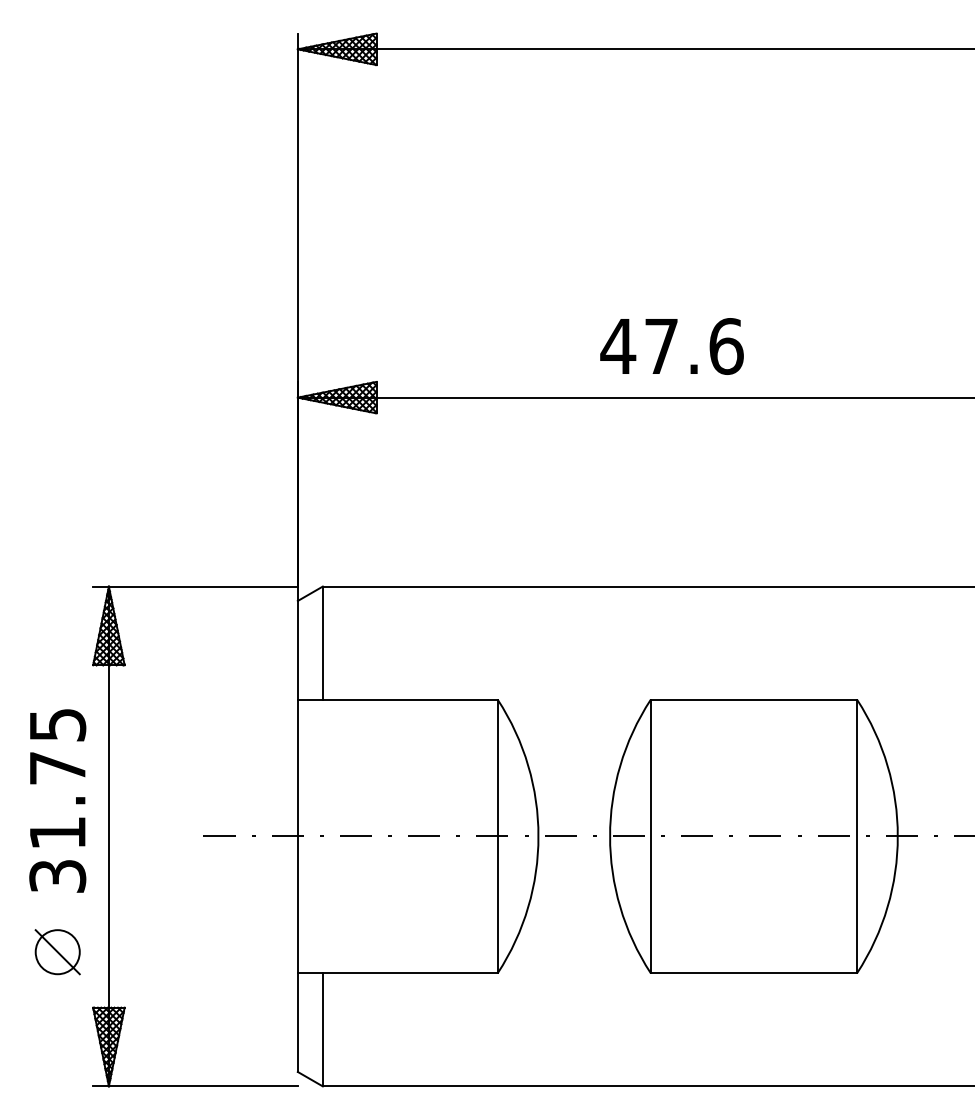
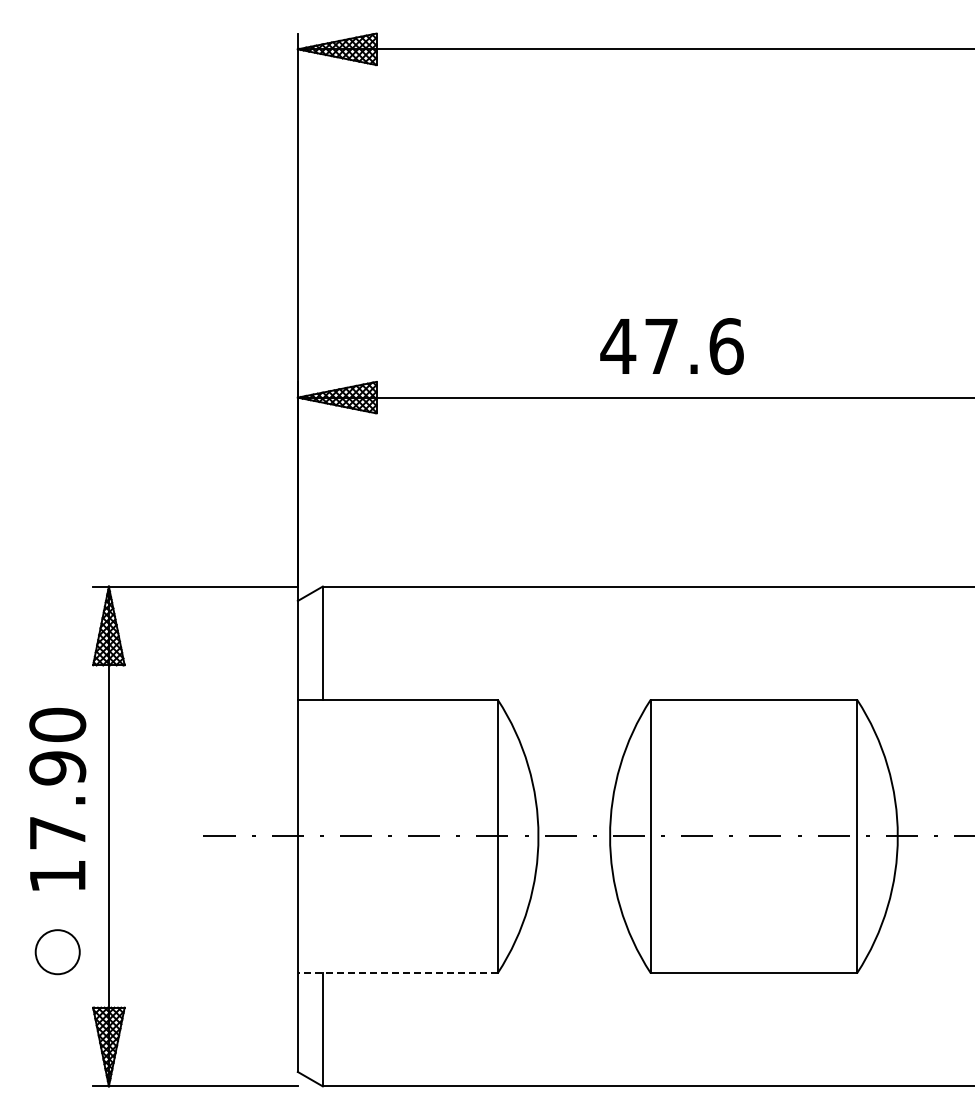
text at (57, 799): 31.75 -> 17.90
line at (57, 952): present -> none
line at (397, 973): solid -> dashed
